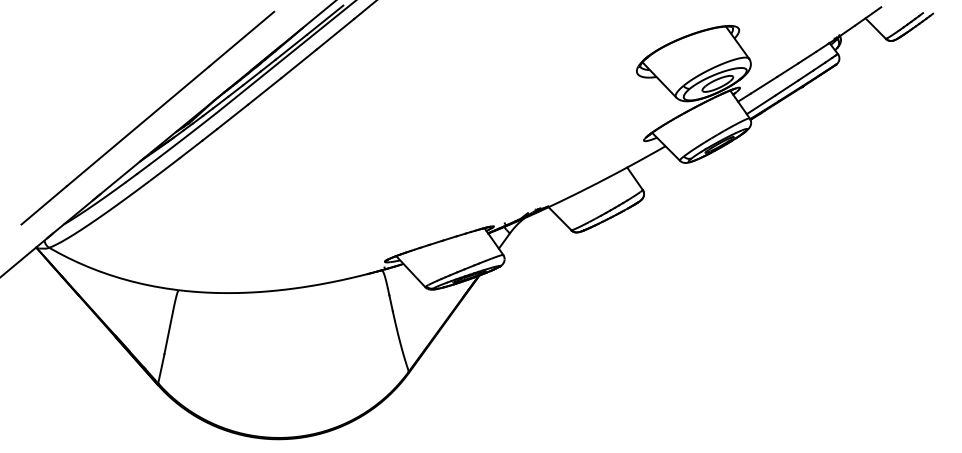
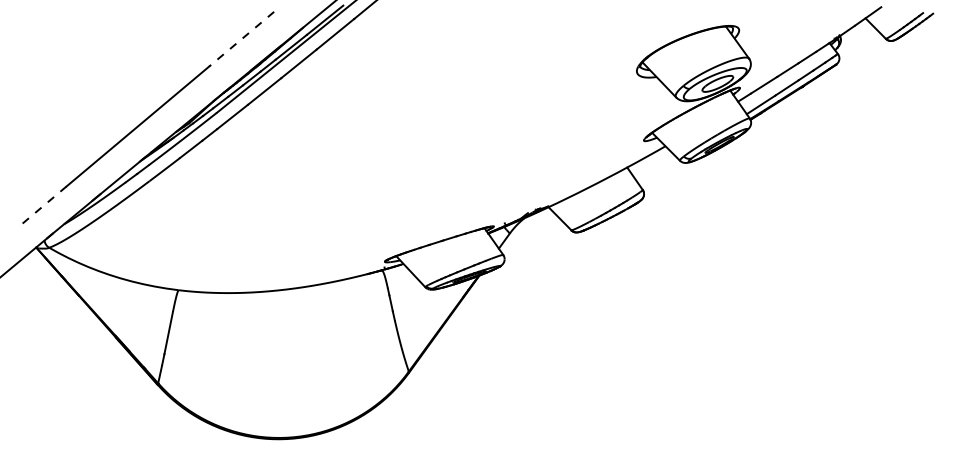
line at (241, 39): solid -> dashed
line at (44, 205): solid -> dashed
